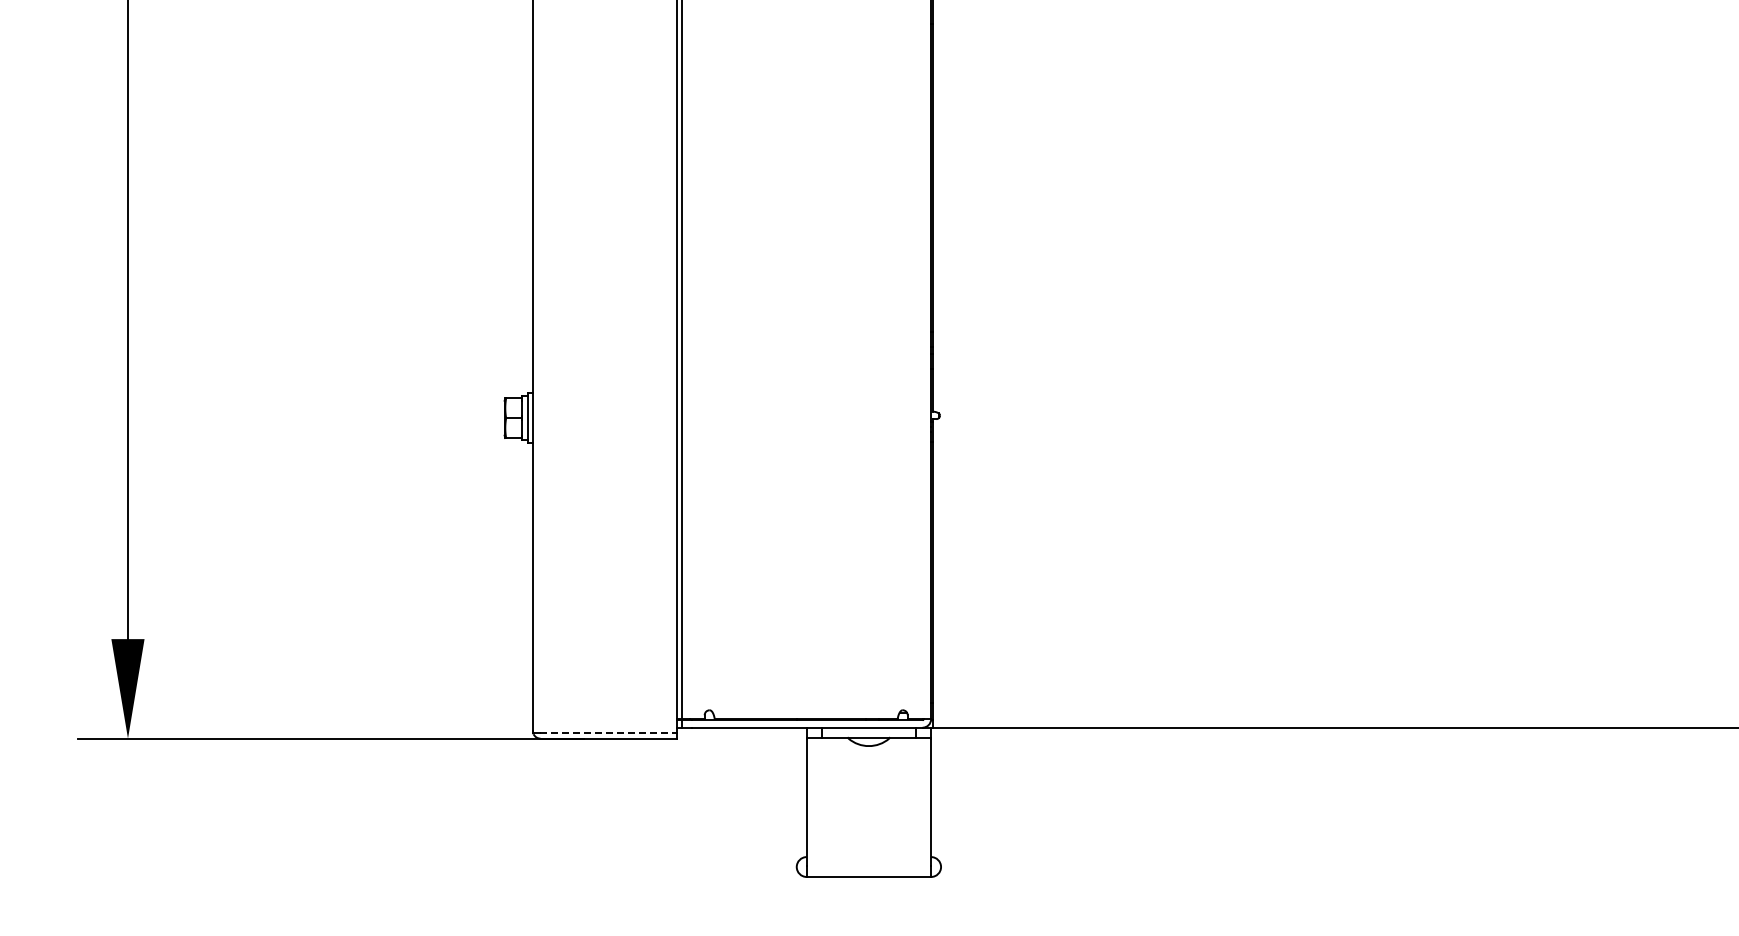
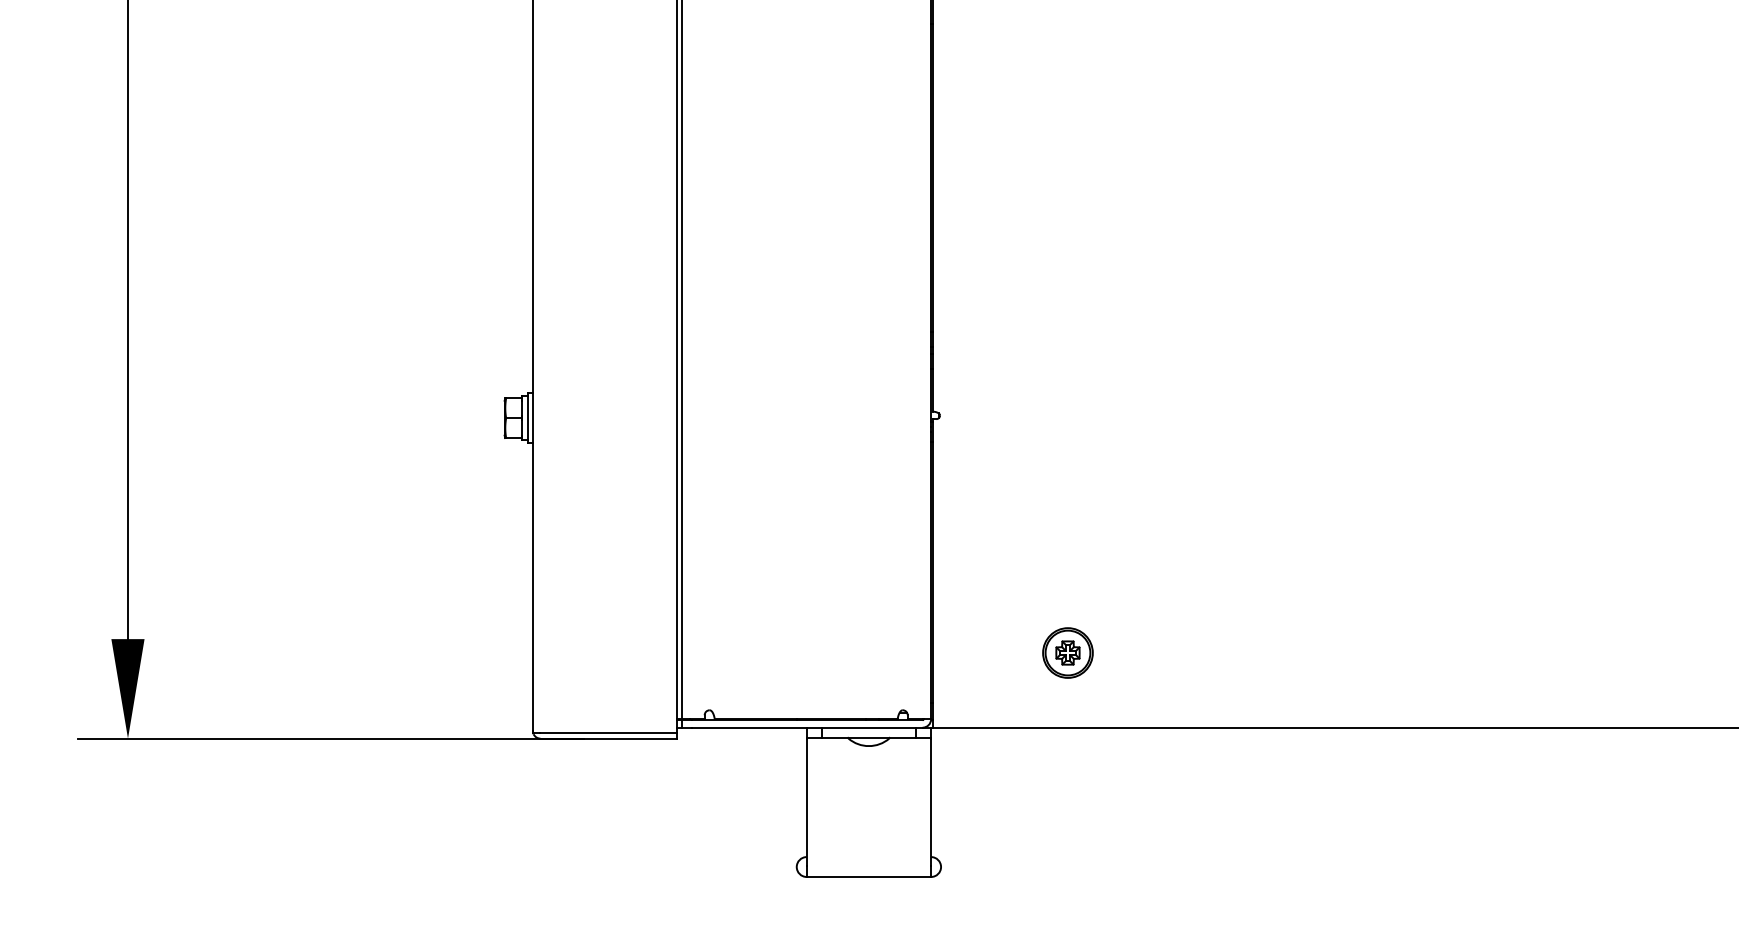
part at (1067, 652): none -> present
line at (609, 732): dashed -> solid
